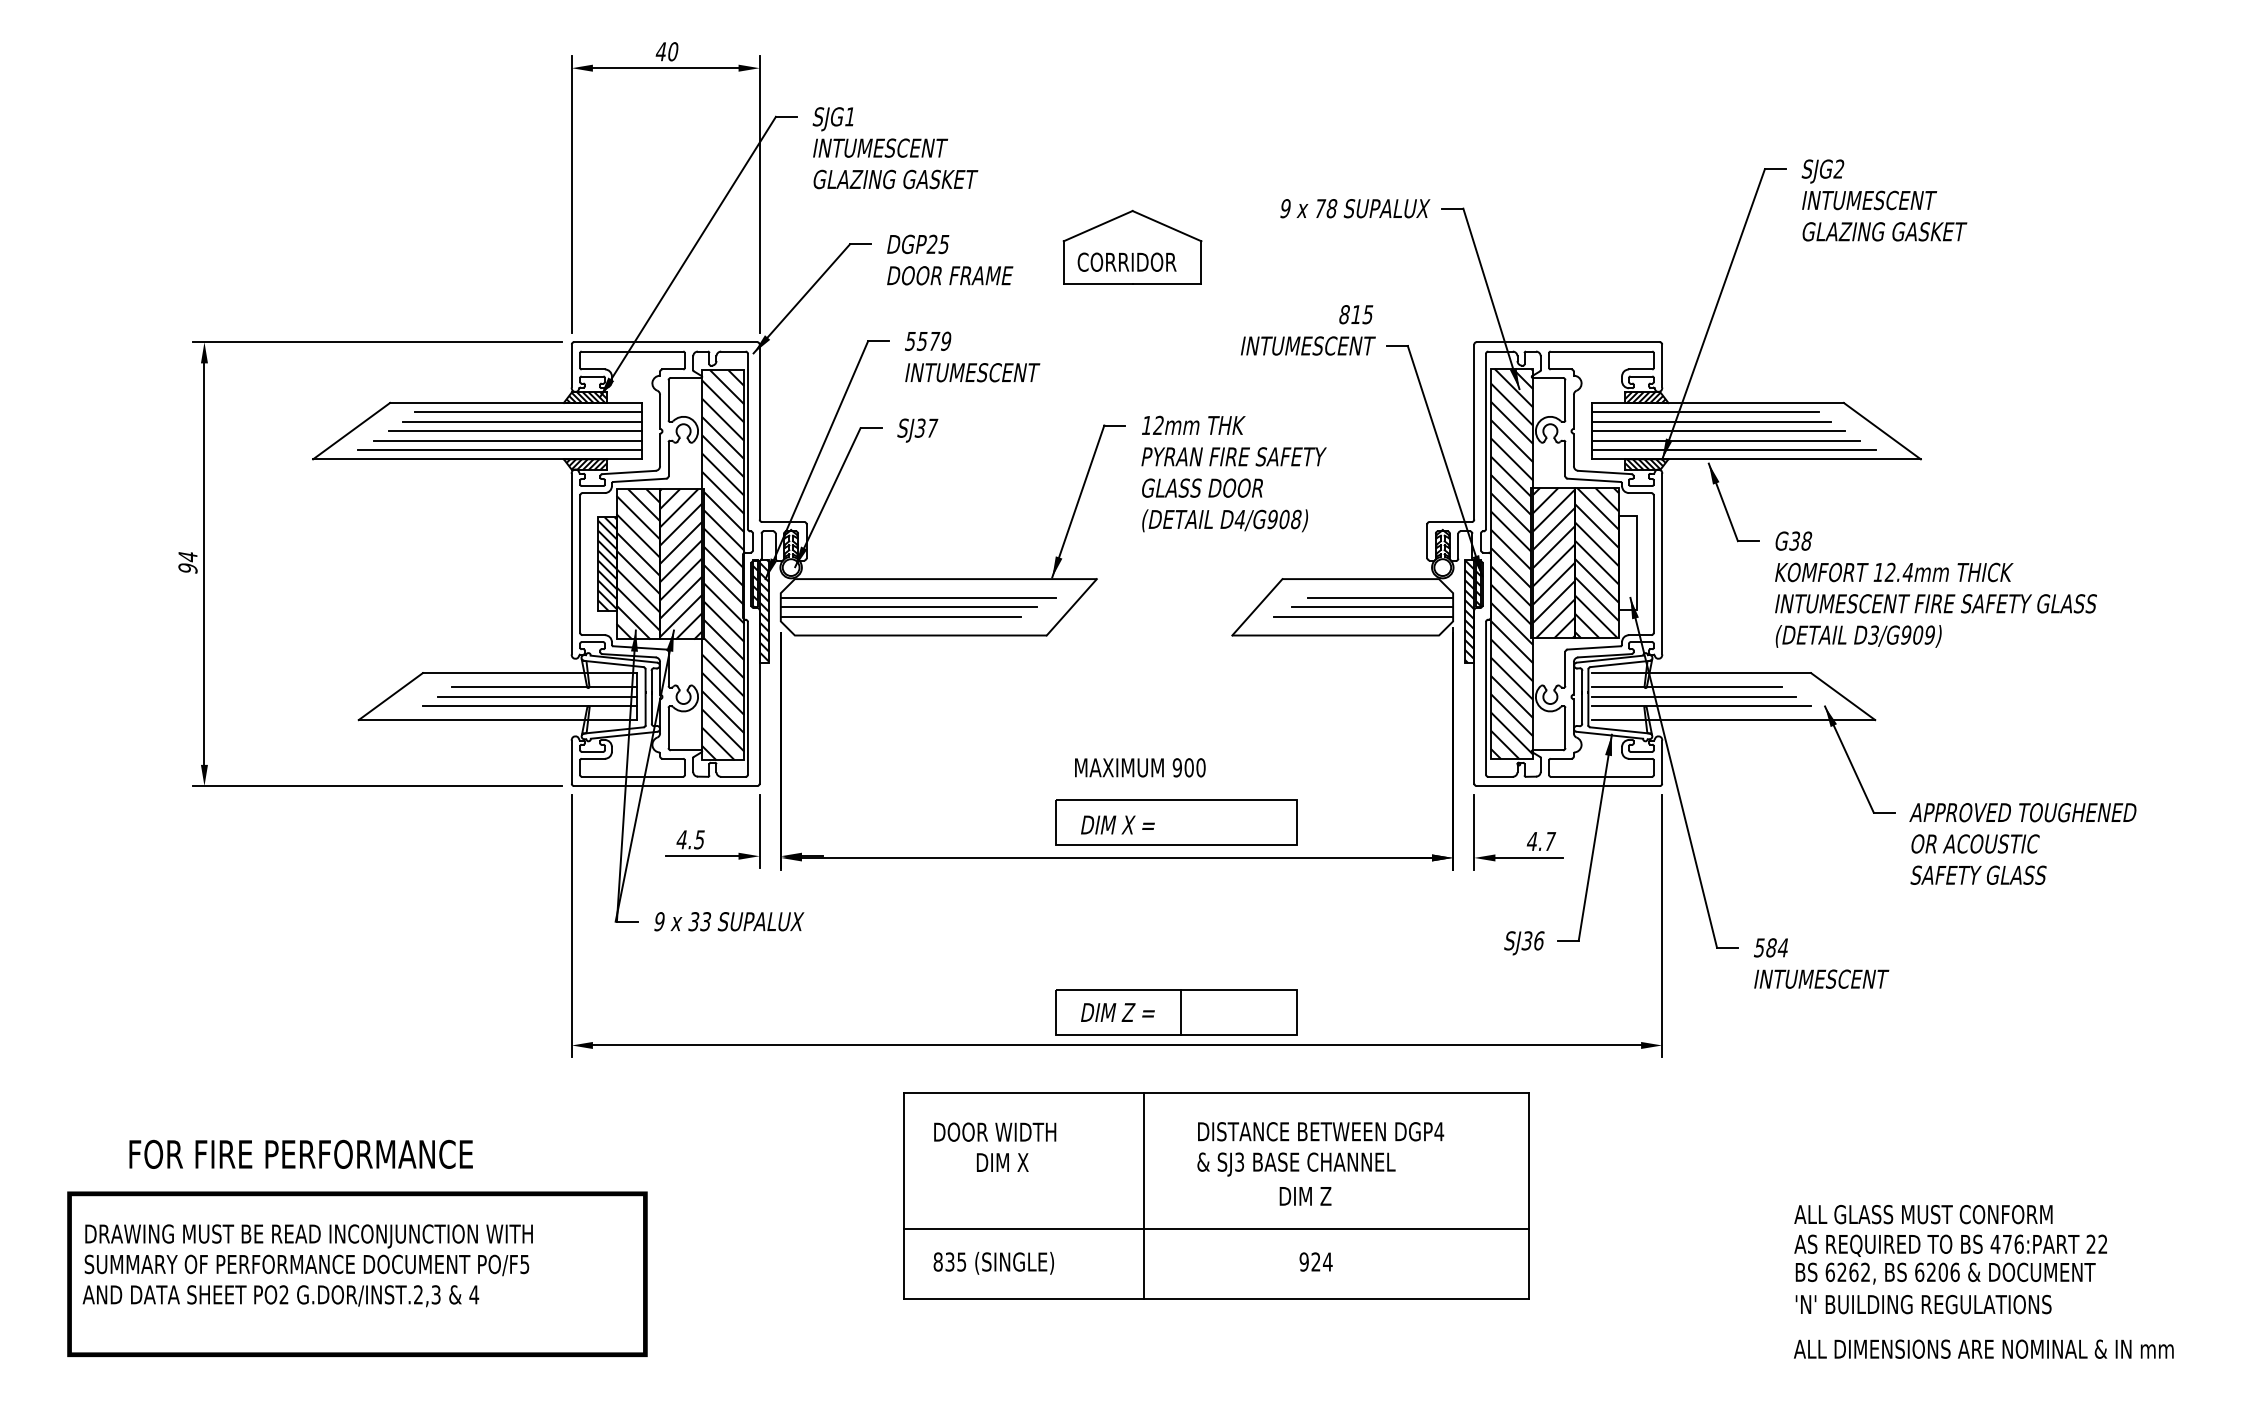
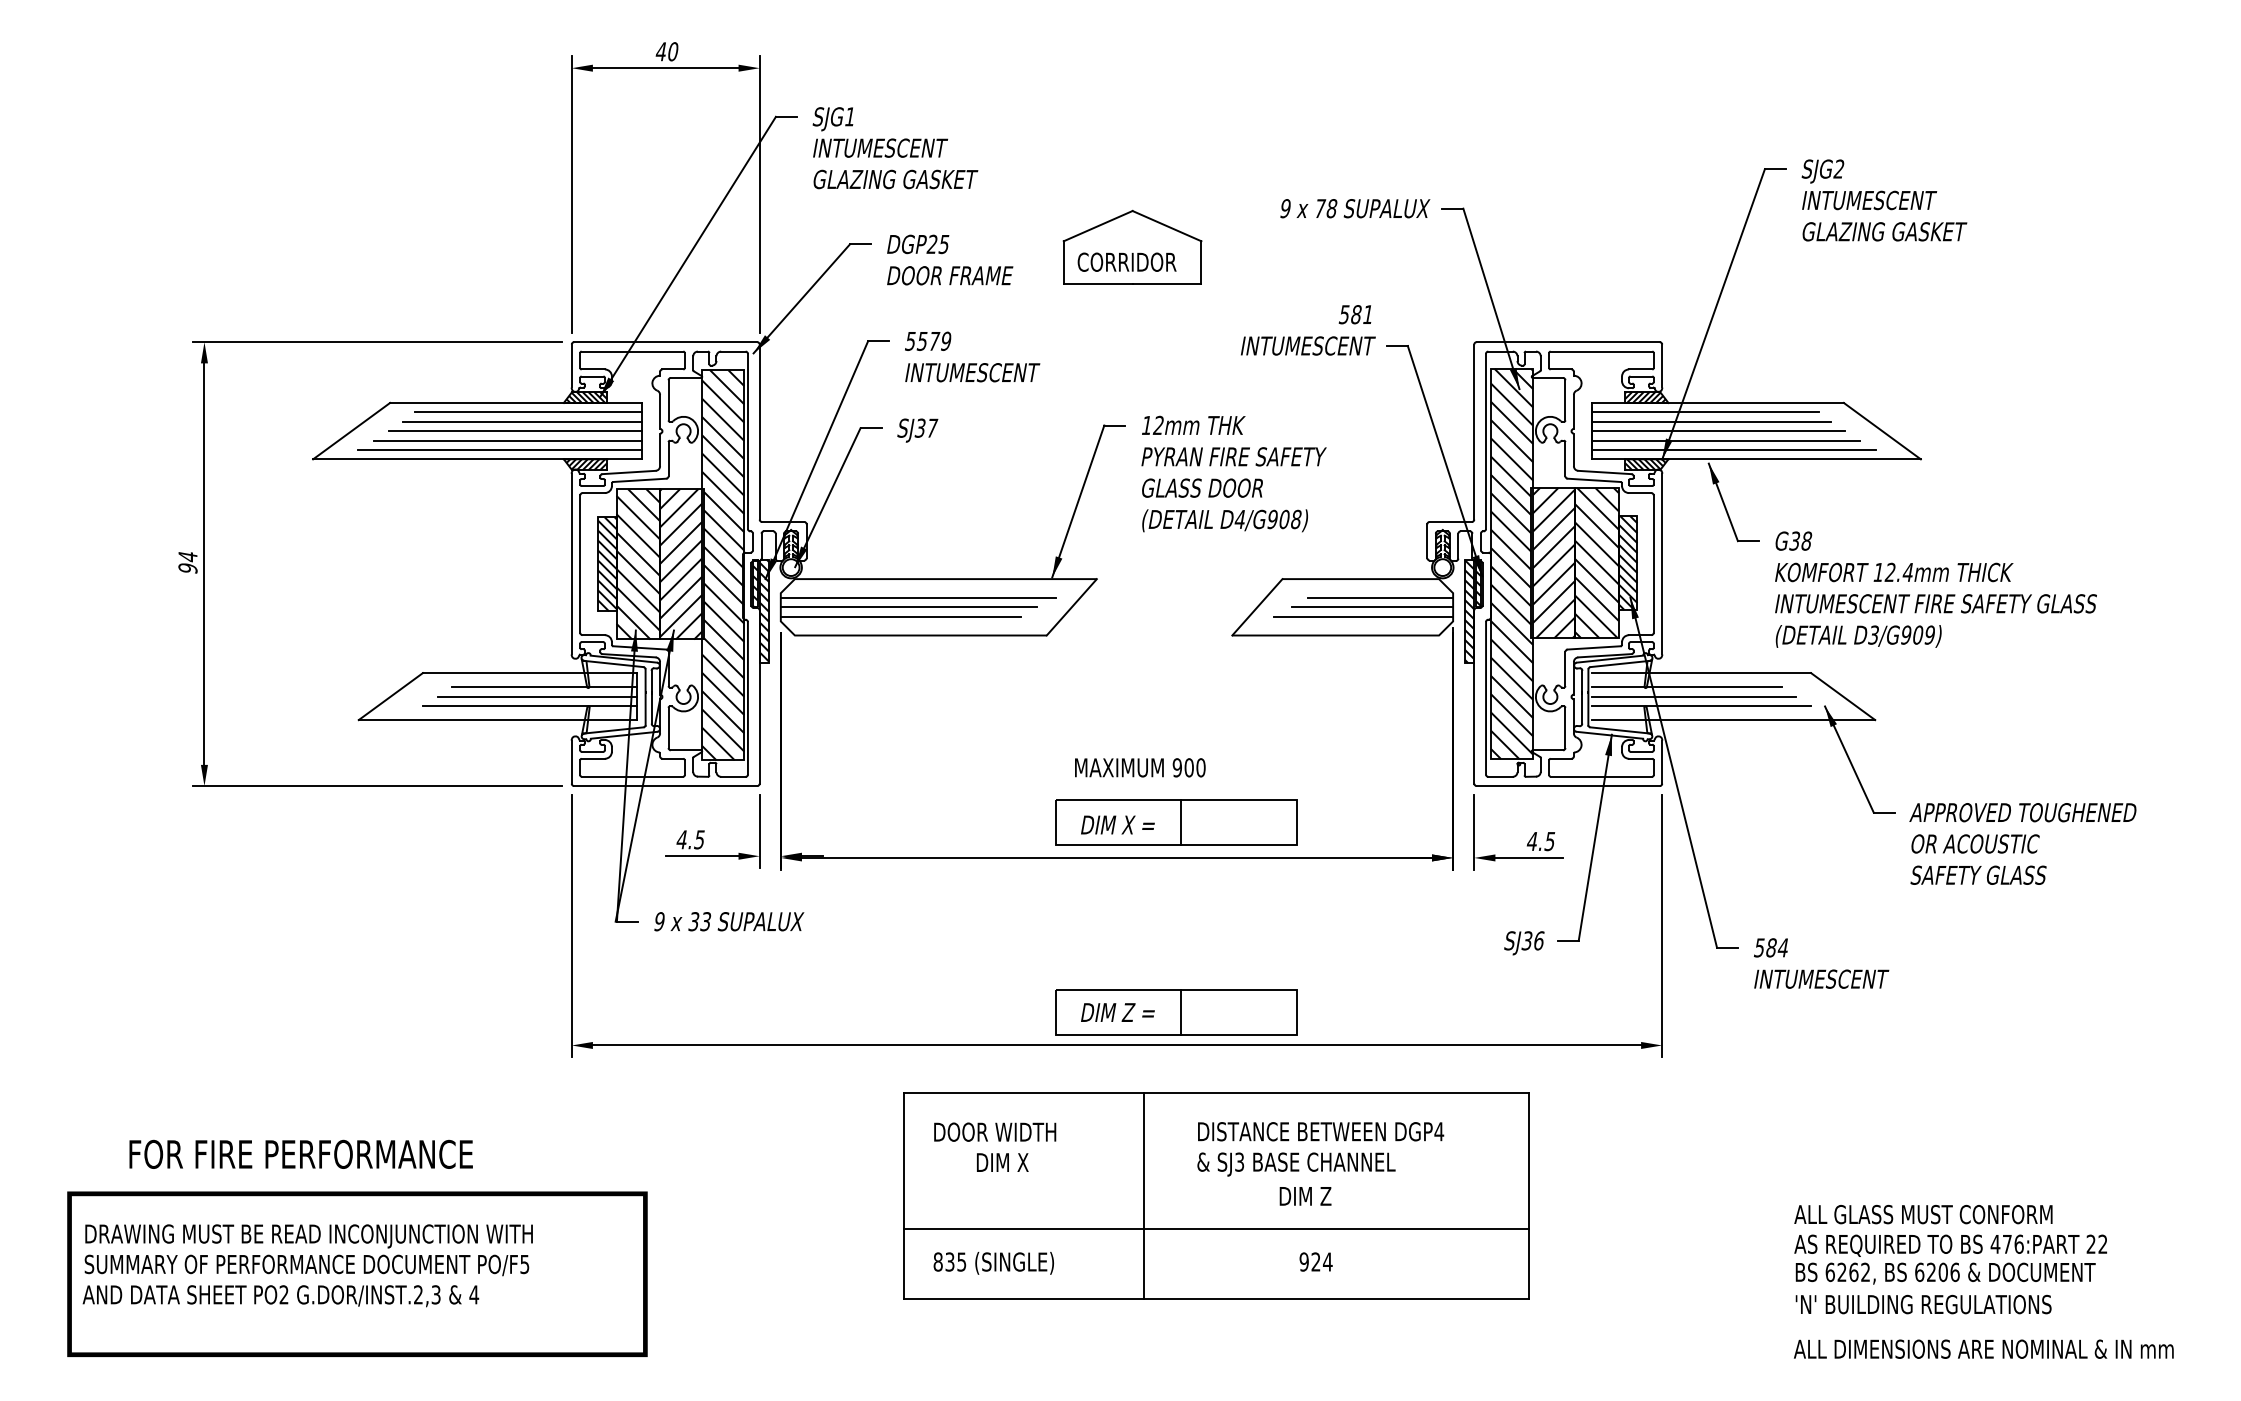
text at (1355, 314): 815 -> 581
hatch at (1627, 563): none -> present
line at (1181, 821): none -> present
text at (1550, 841): 4.7 -> 4.5
